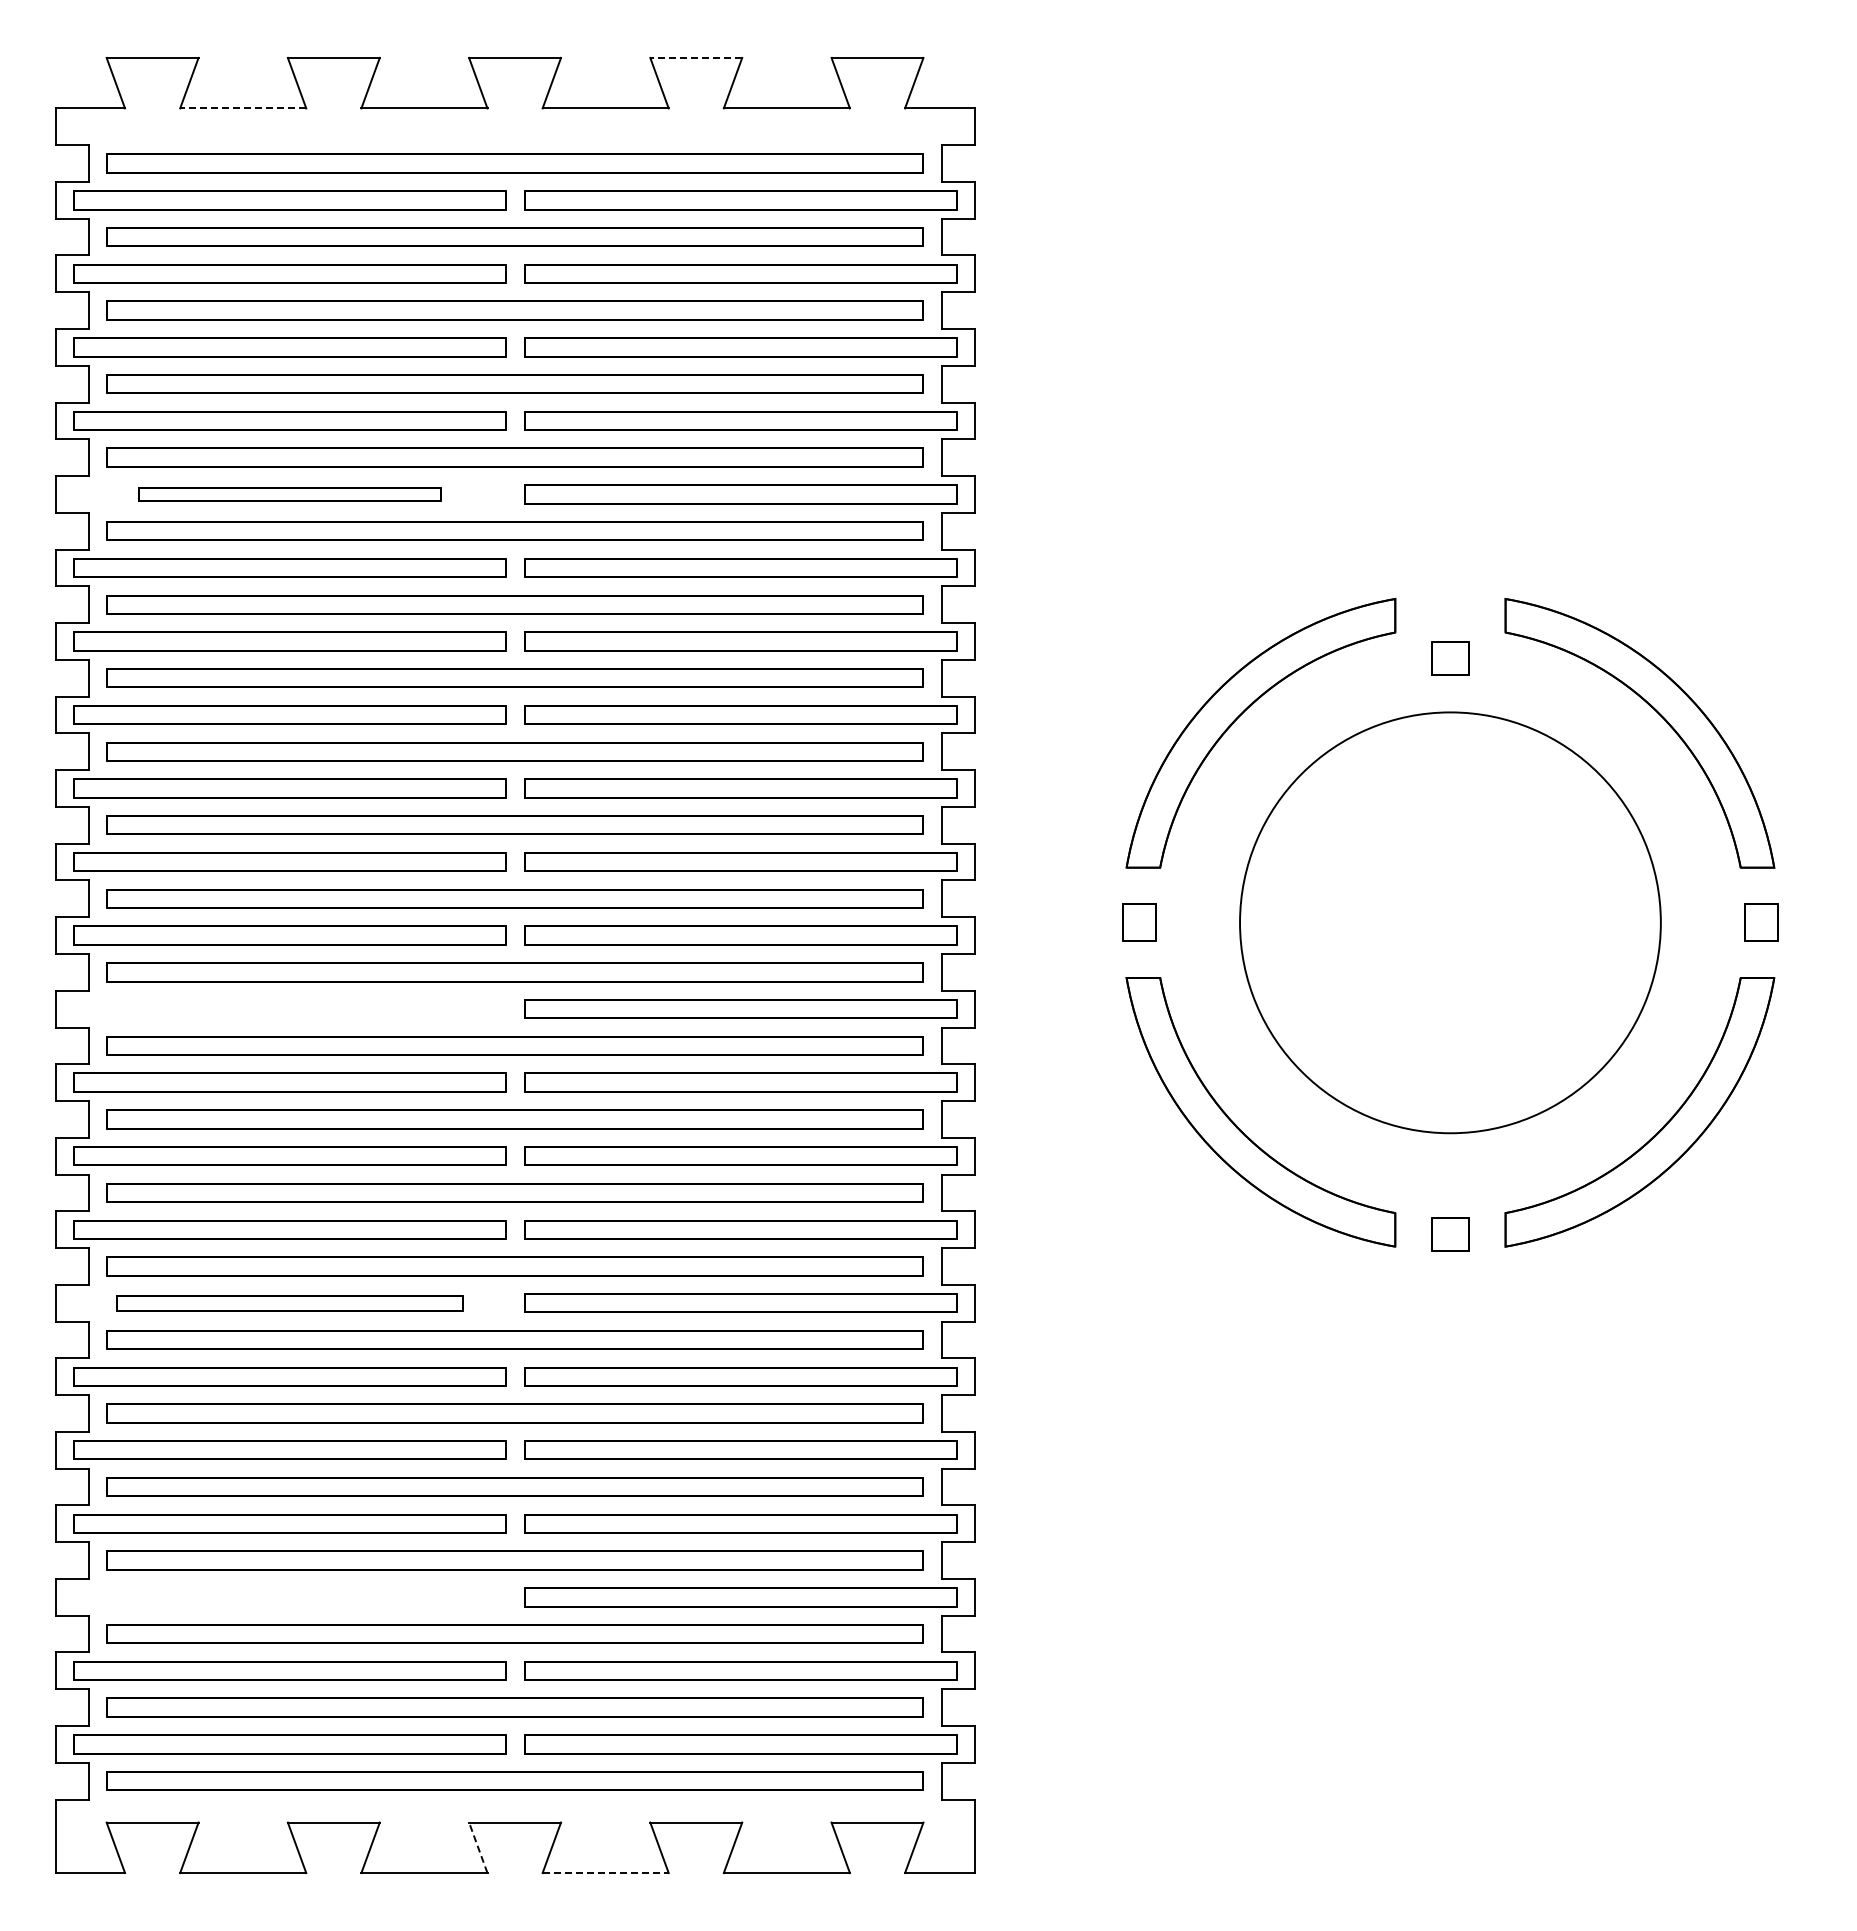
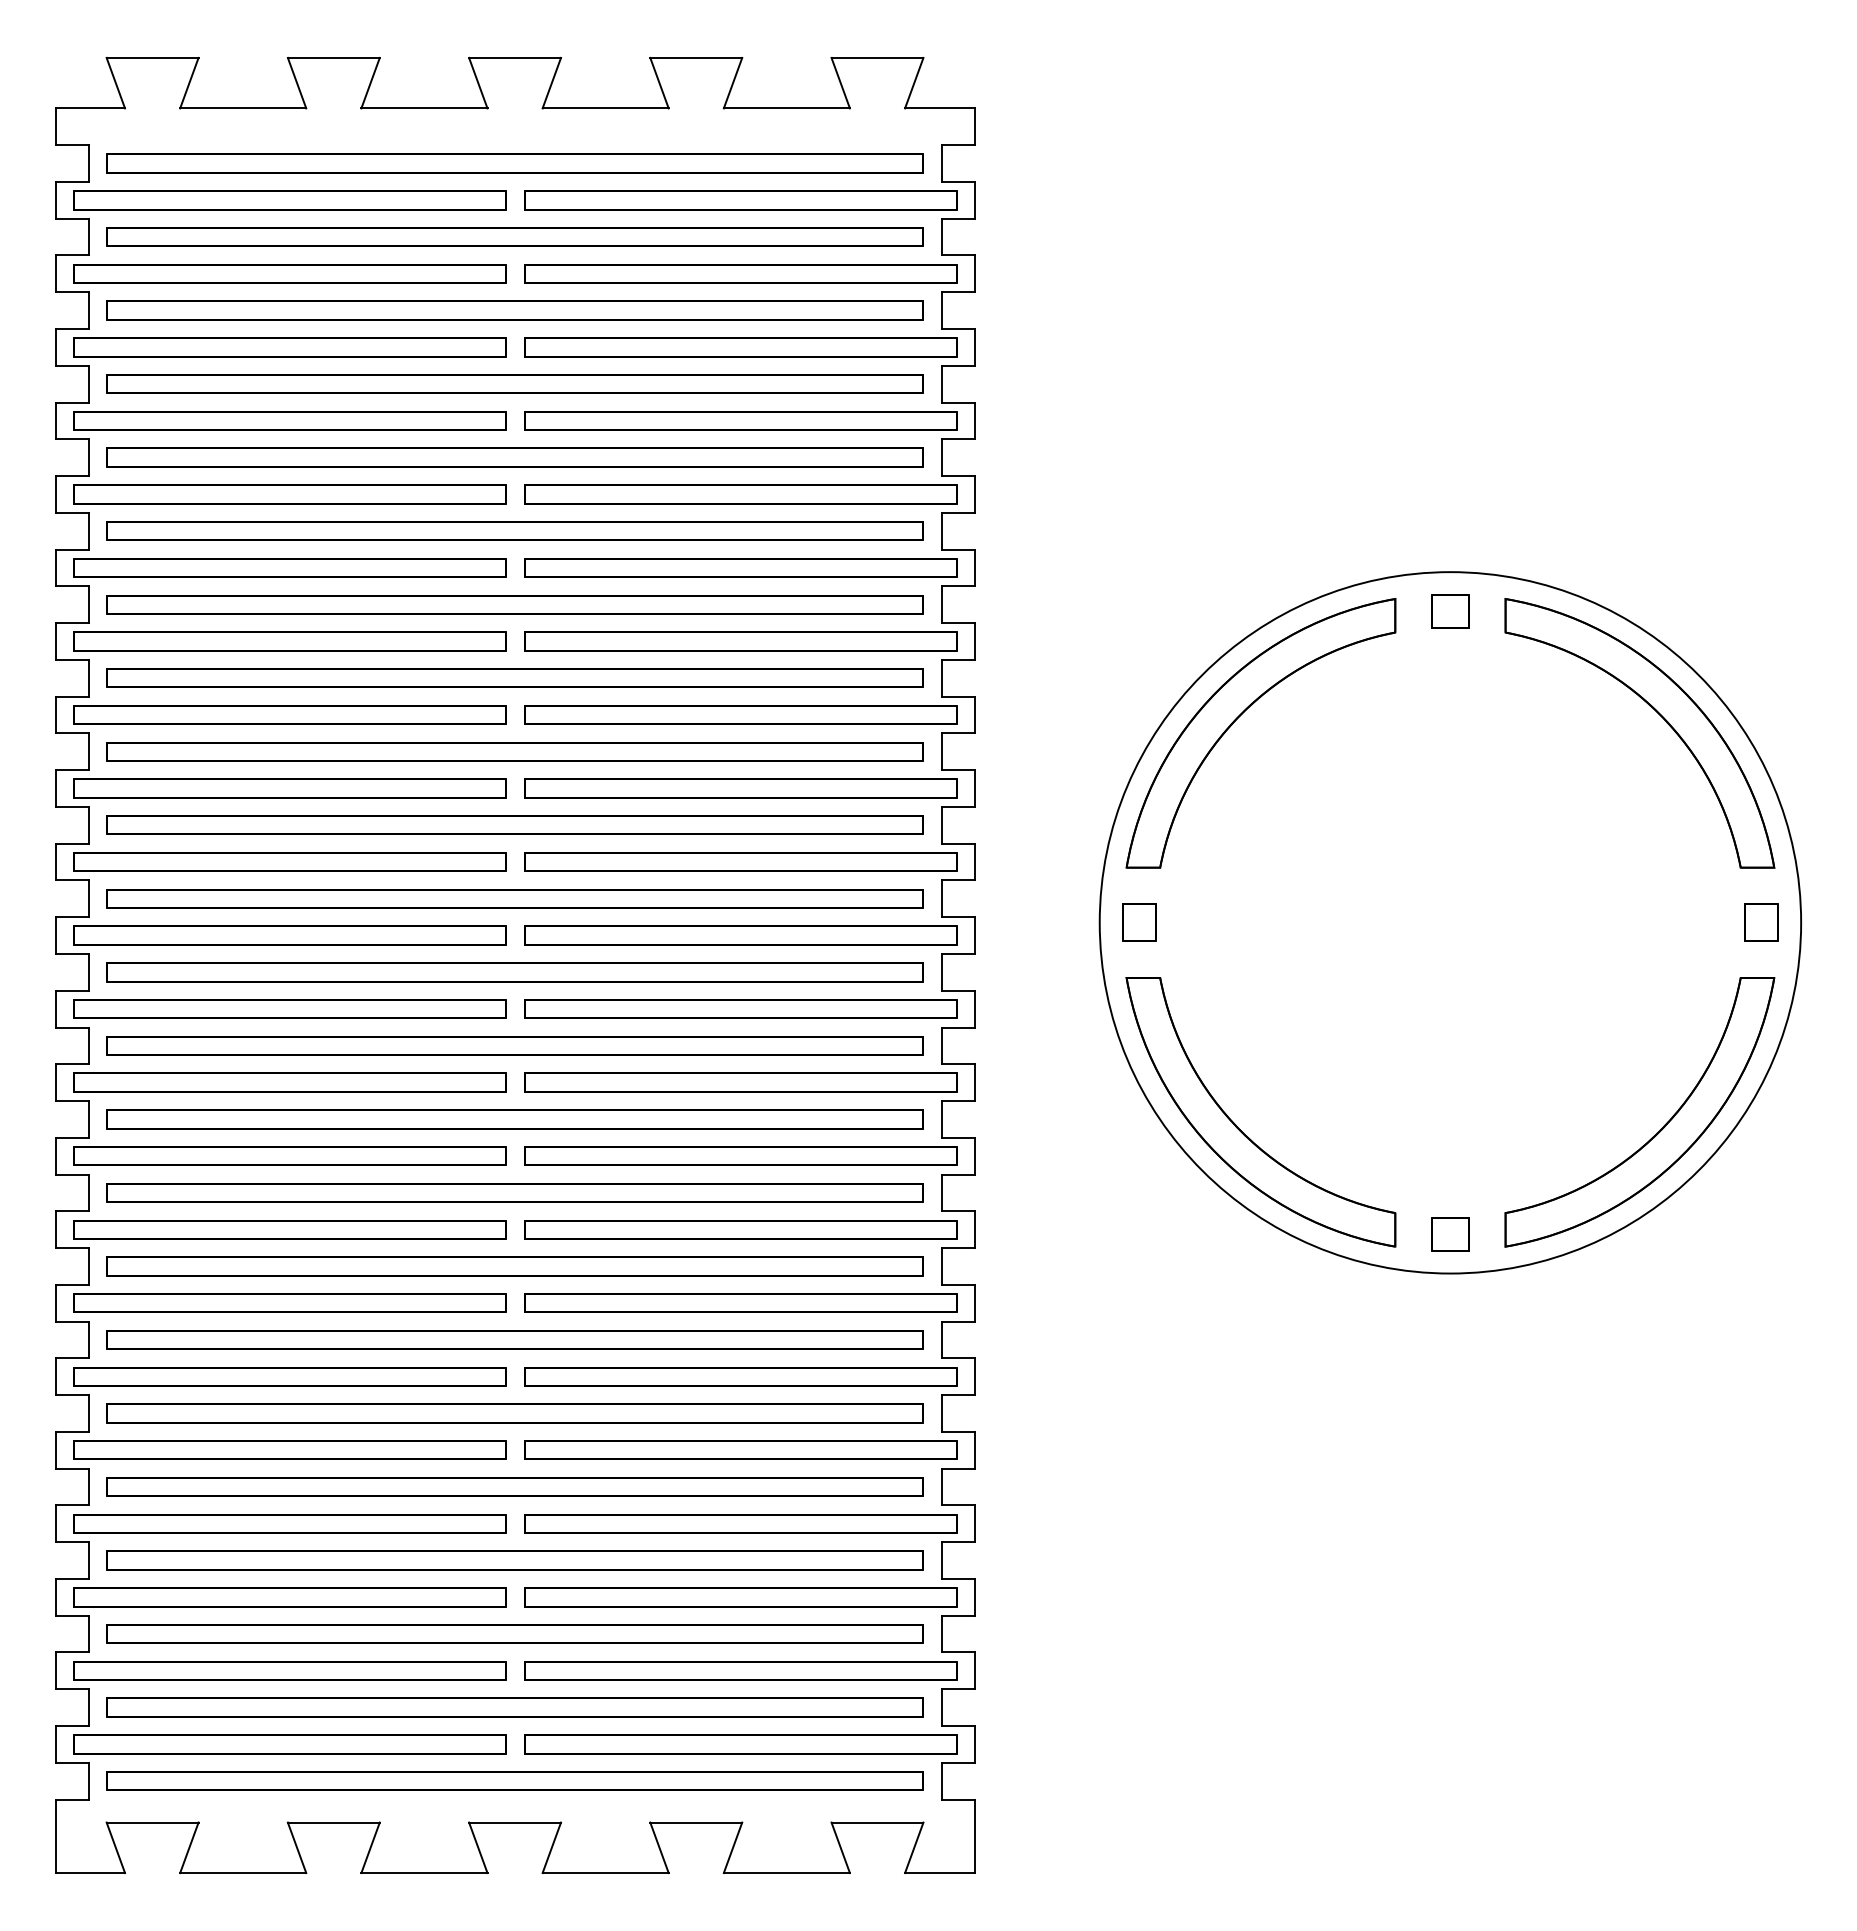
line at (696, 57): dashed -> solid
line at (242, 108): dashed -> solid
part at (289, 494) size: 304x15 px -> 434x21 px
part at (1450, 658) position: (1450, 658) -> (1450, 611)
circle at (1450, 922) diameter: 421 px -> 701 px
part at (289, 1008): none -> present
part at (289, 1303) size: 348x17 px -> 434x20 px
part at (289, 1597): none -> present
line at (478, 1847): dashed -> solid
line at (606, 1873): dashed -> solid
